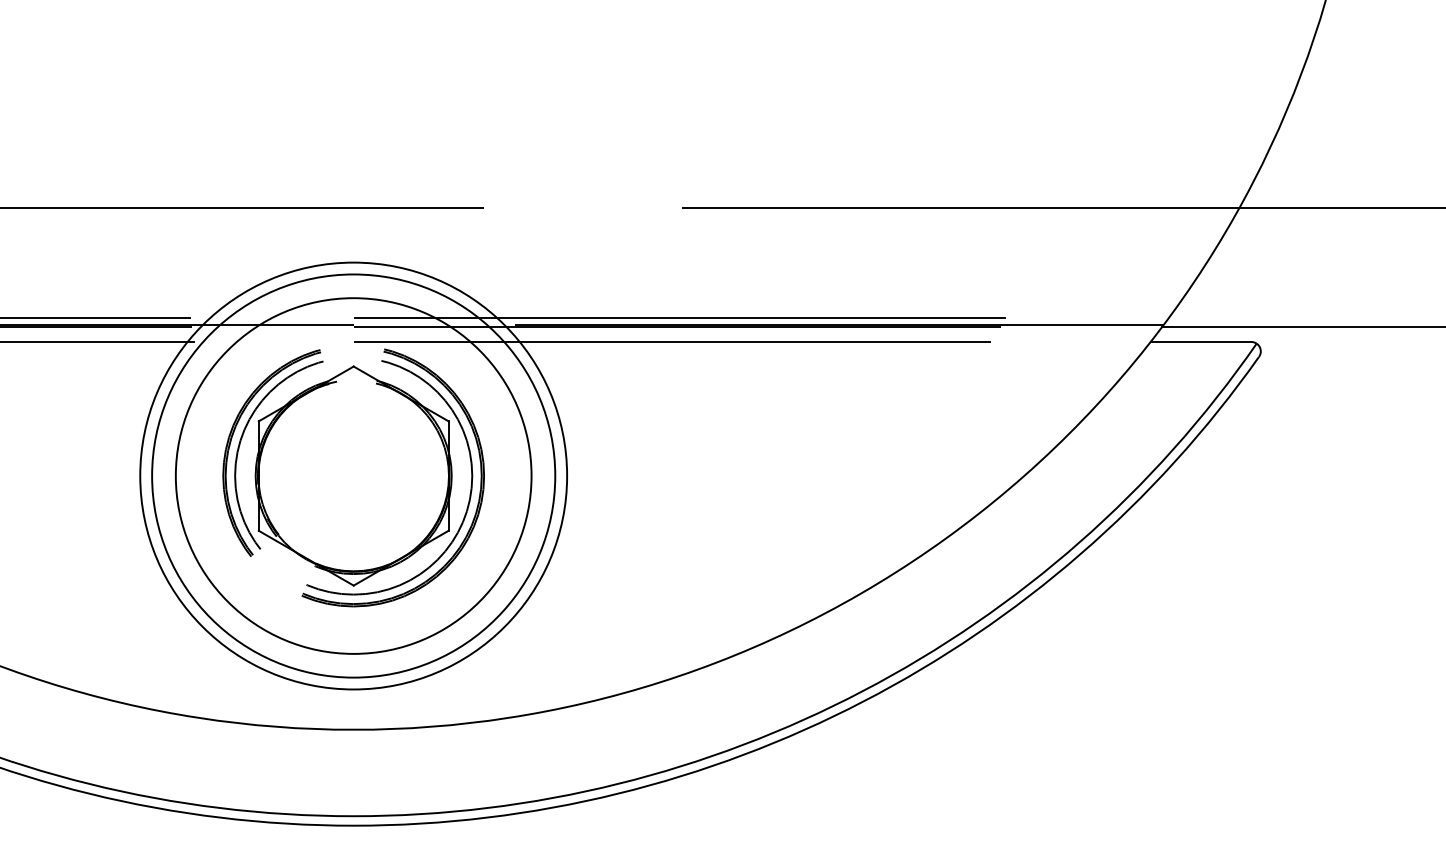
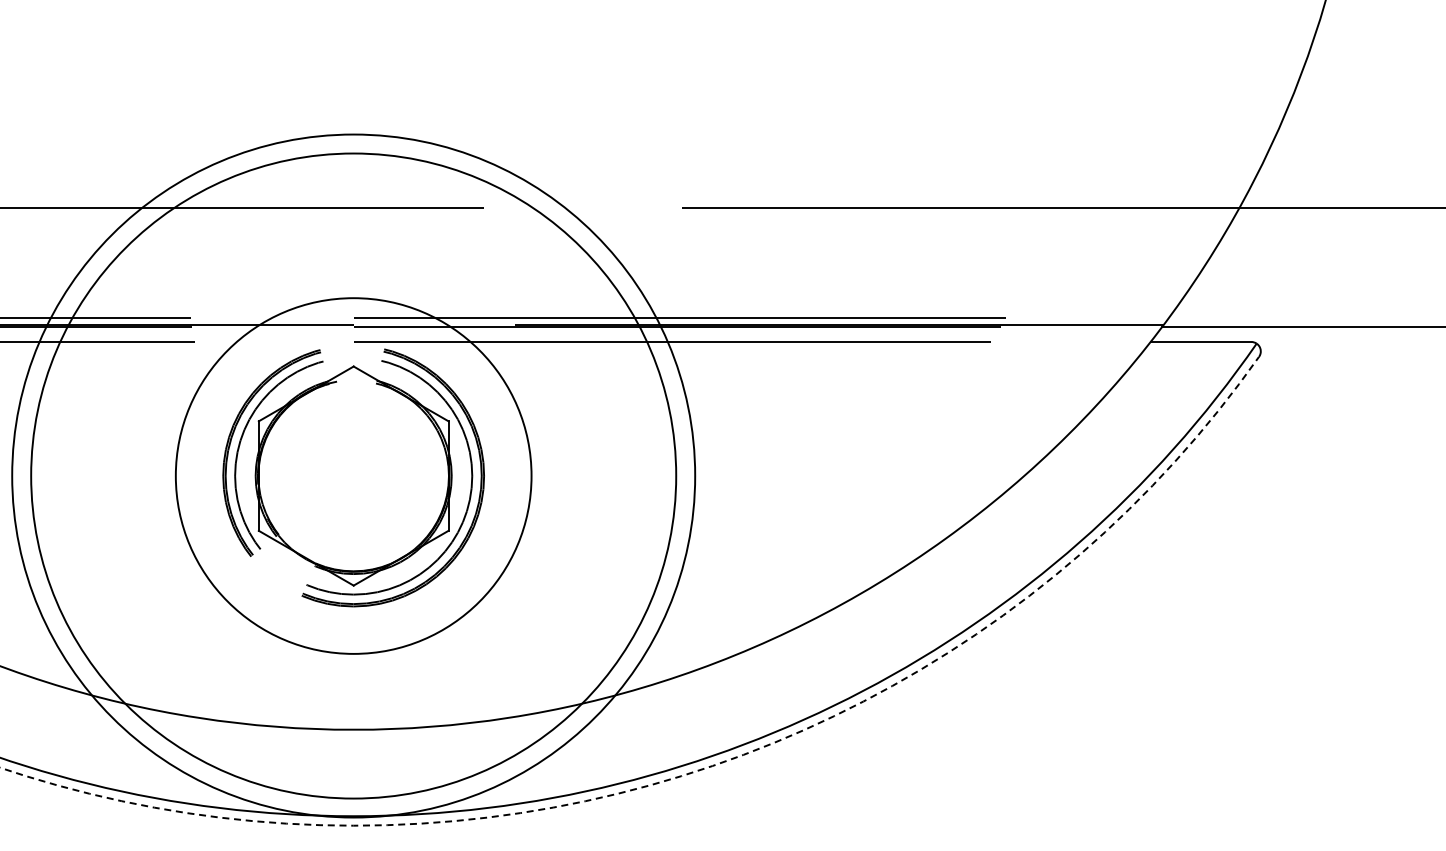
circle at (353, 475) diameter: 403 px -> 645 px
circle at (353, 475) diameter: 427 px -> 683 px
arc at (696, 771): solid -> dashed
